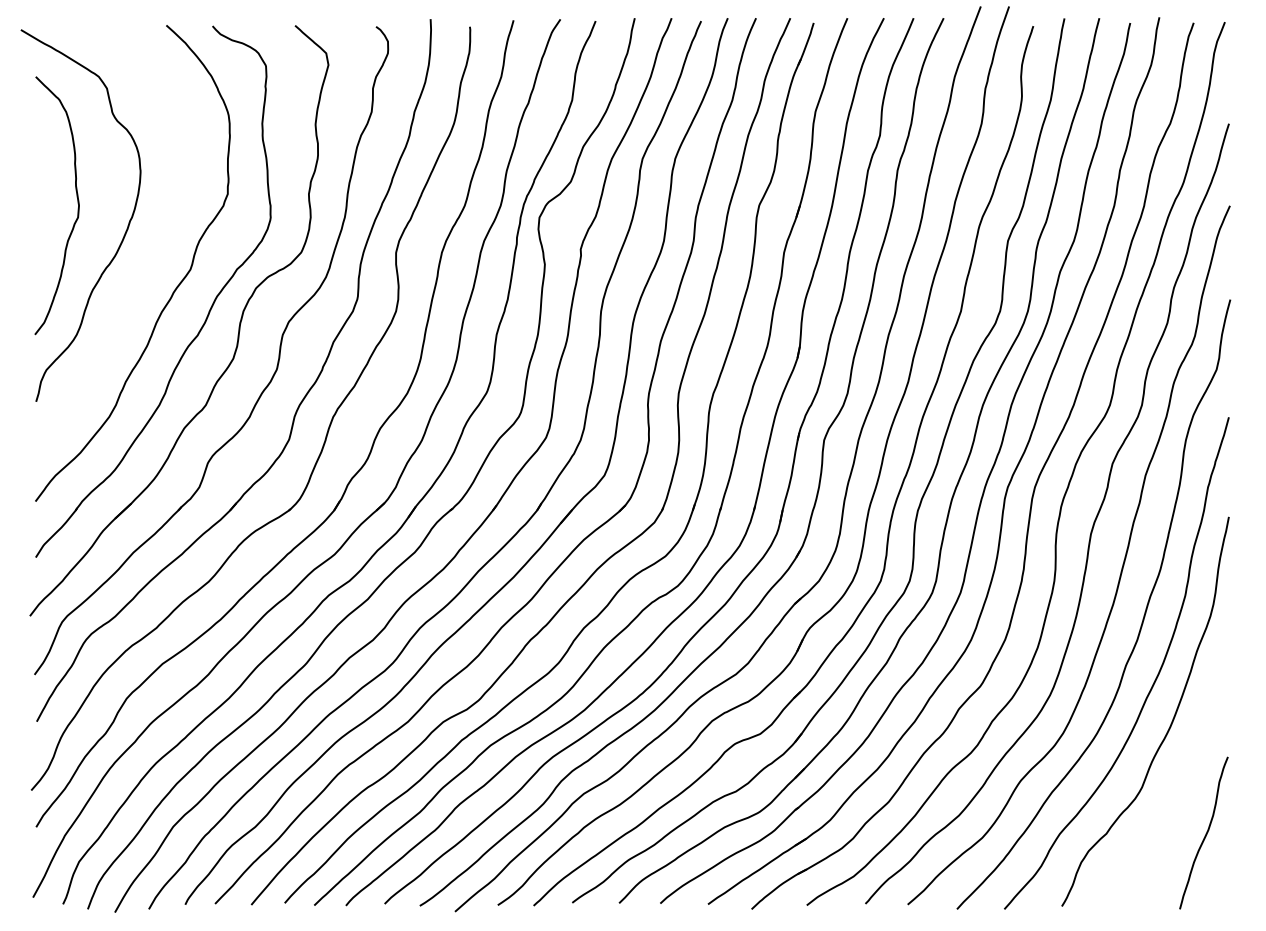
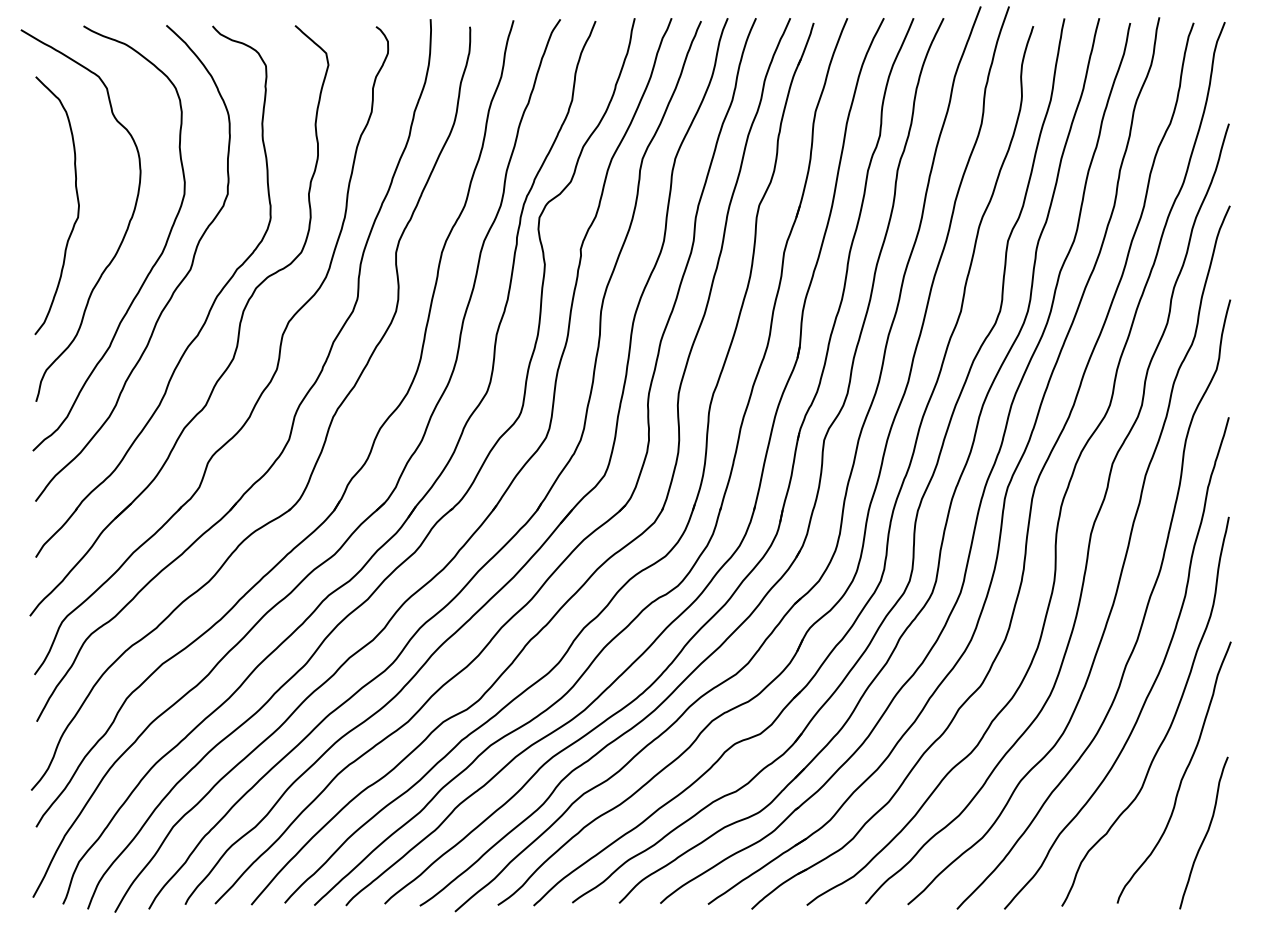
curve at (151, 267): none -> present
curve at (1181, 777): none -> present
